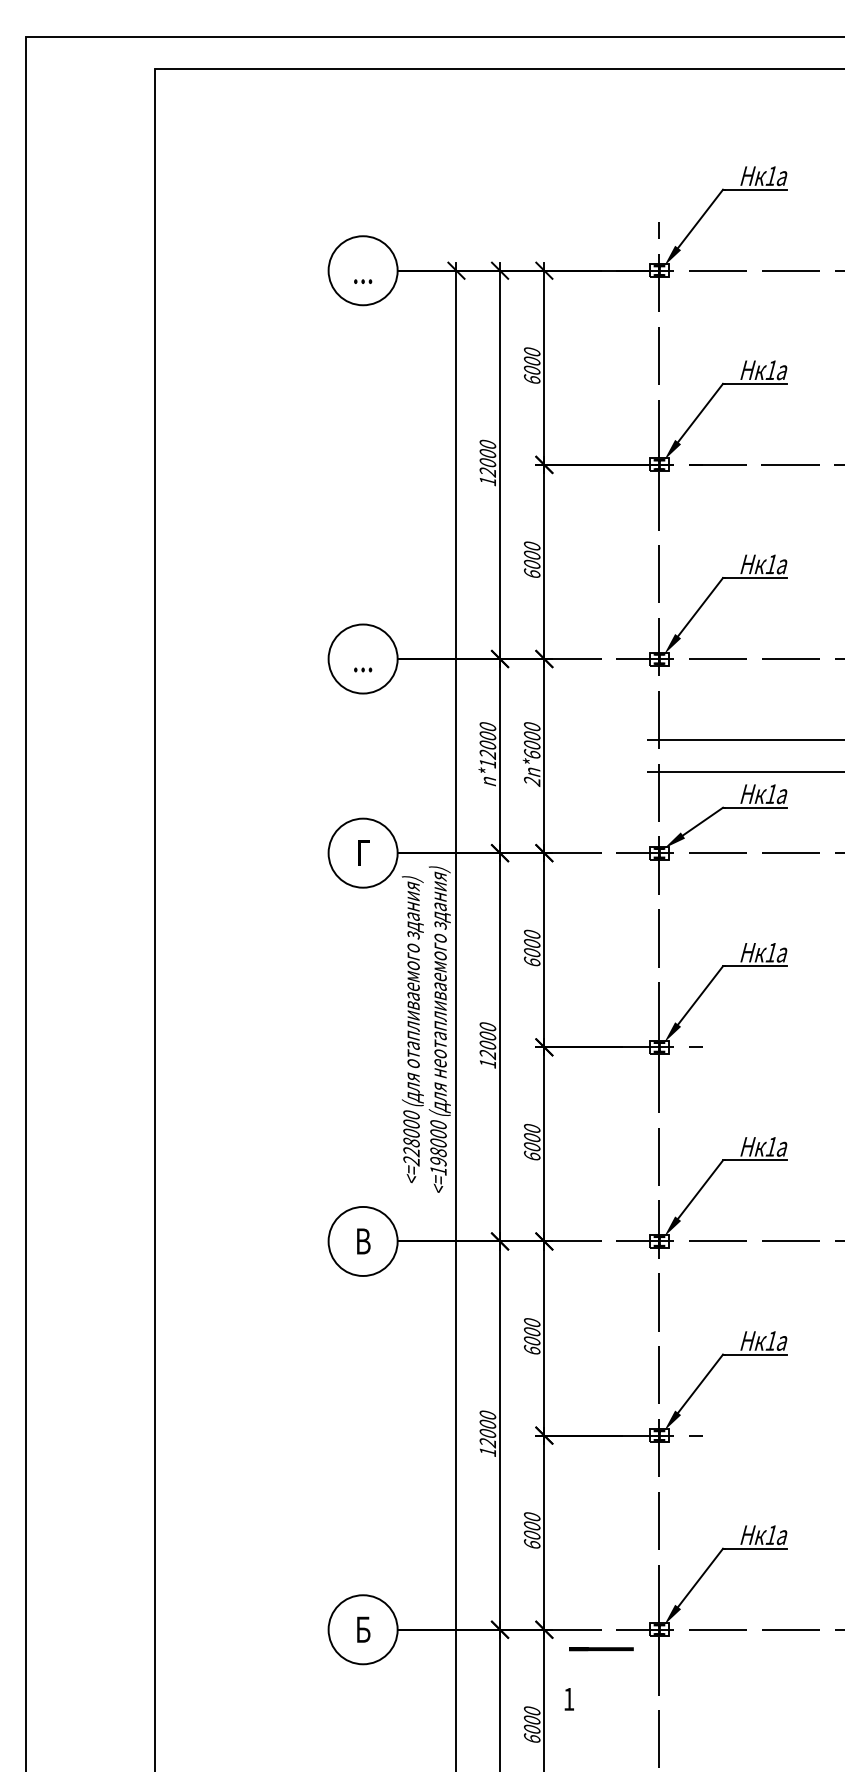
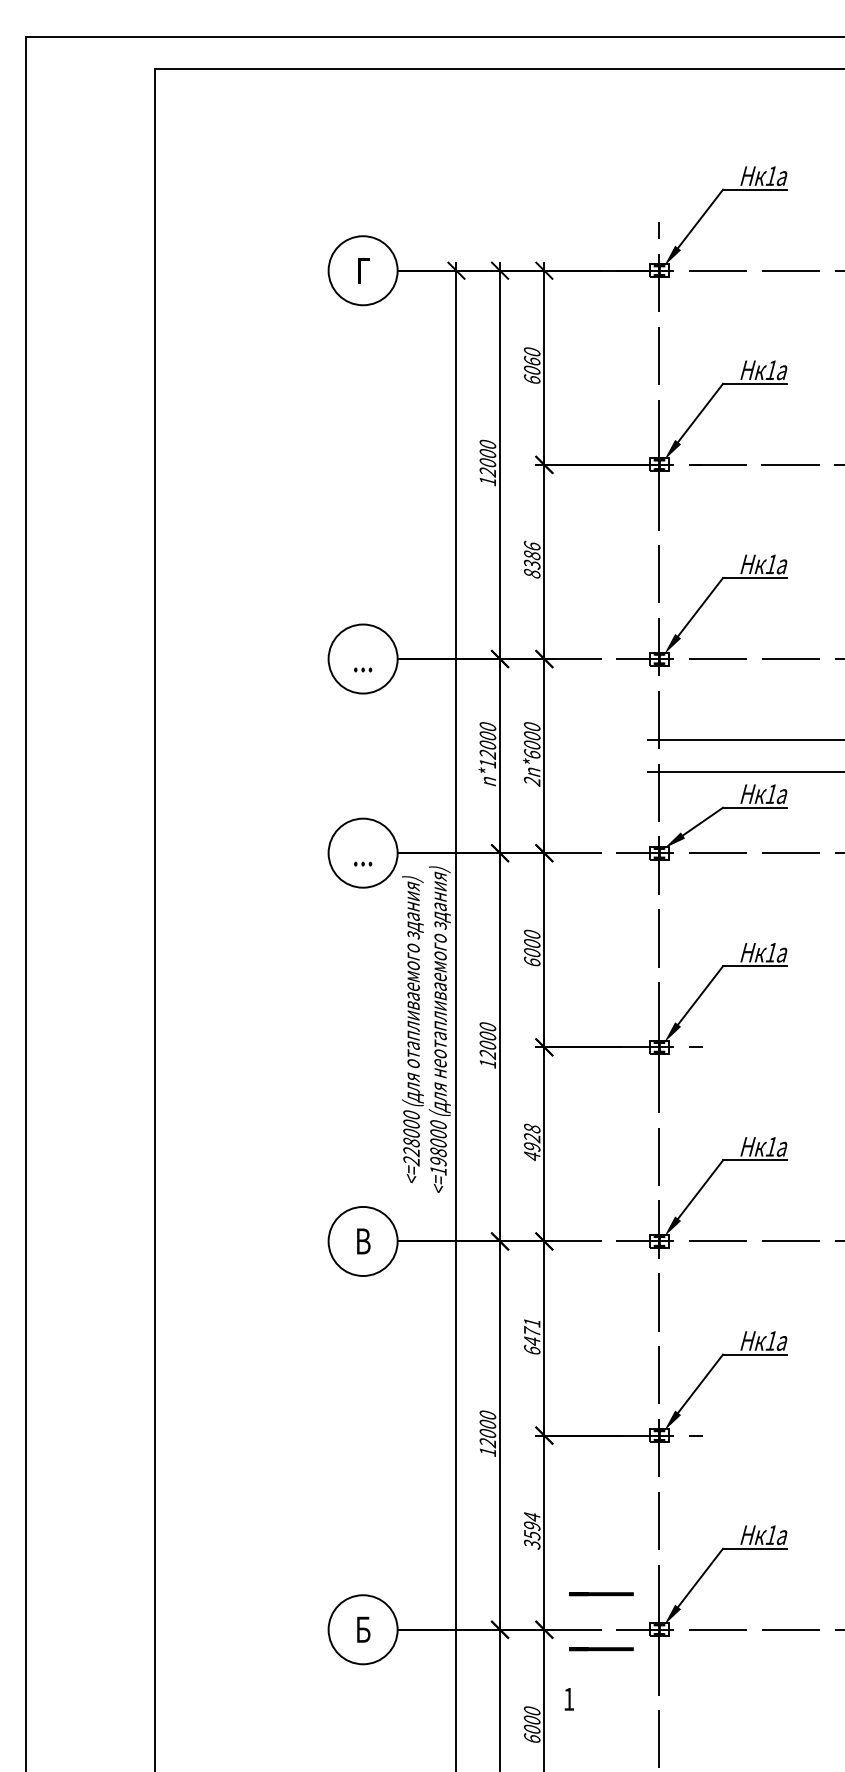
text at (363, 271): ... -> Г
text at (532, 360): 6000 -> 6060
text at (532, 559): 6000 -> 8386
text at (363, 853): Г -> ...
text at (532, 1142): 6000 -> 4928
text at (531, 1331): 6000 -> 6471
text at (531, 1530): 6000 -> 3594
line at (601, 1594): none -> present
